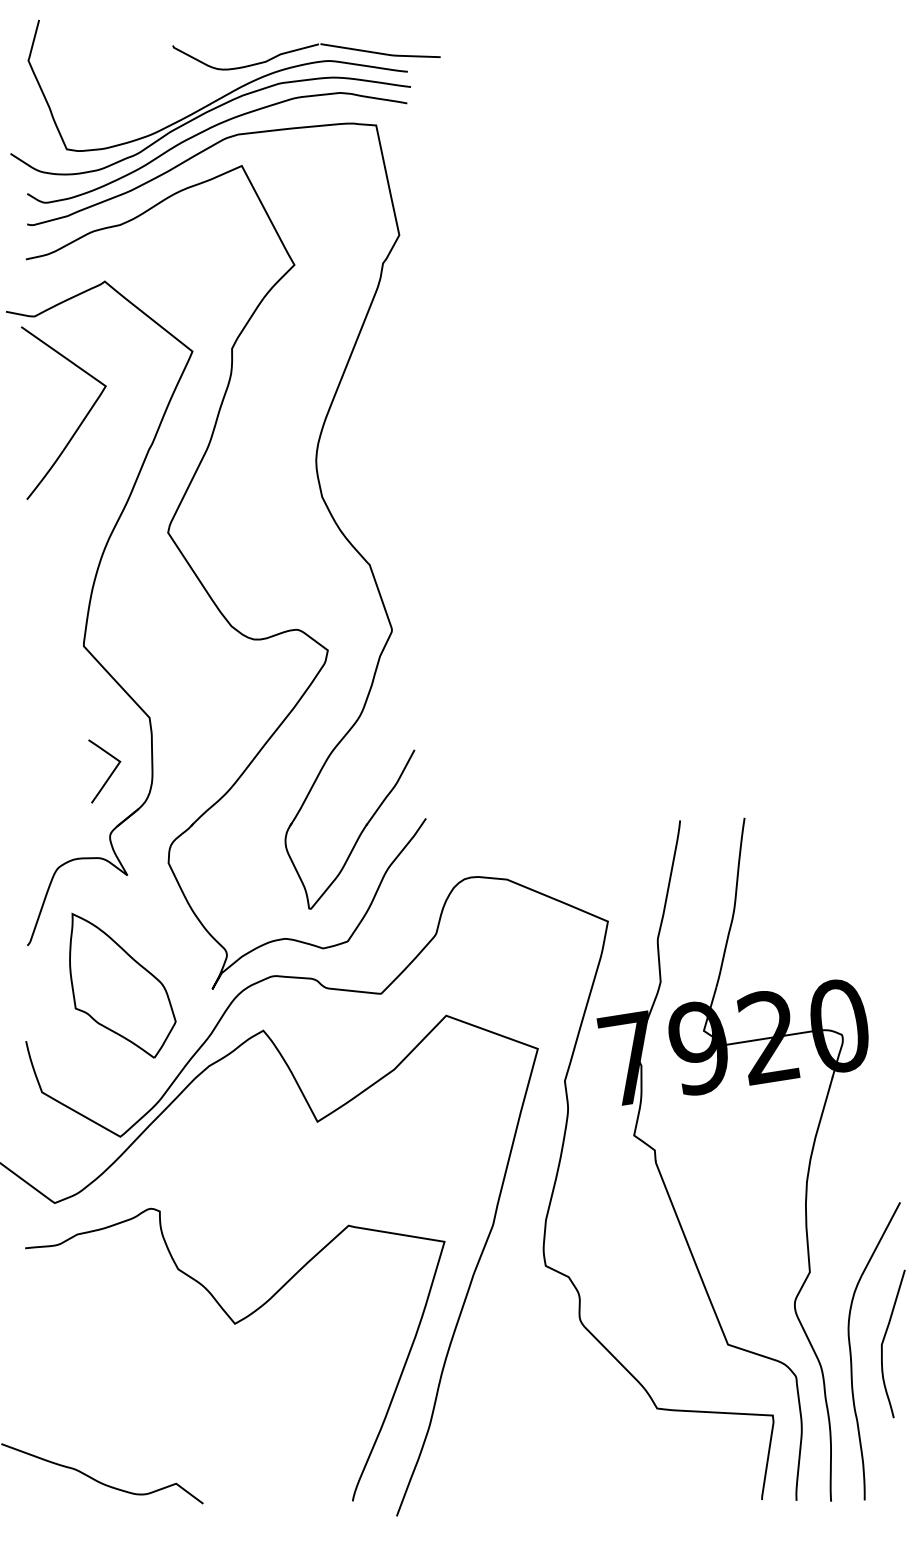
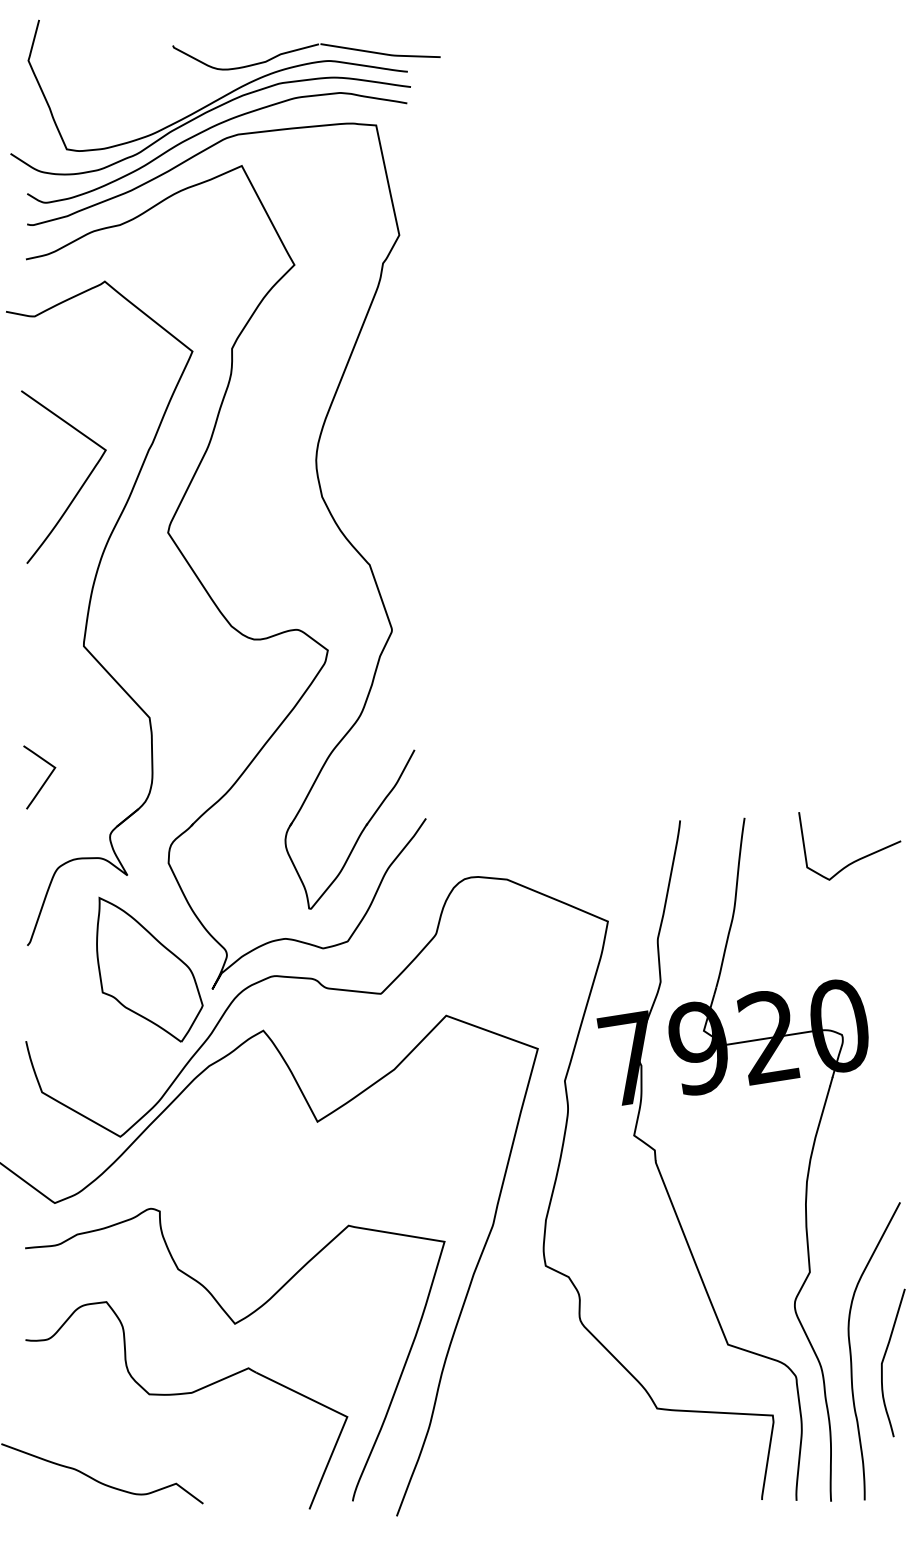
curve at (79, 424) position: (79, 424) -> (79, 488)
curve at (109, 775) position: (109, 775) -> (44, 781)
curve at (856, 859): none -> present
part at (122, 985) position: (122, 985) -> (149, 969)
curve at (884, 1340) position: (884, 1340) -> (884, 1359)
part at (186, 1394): none -> present
